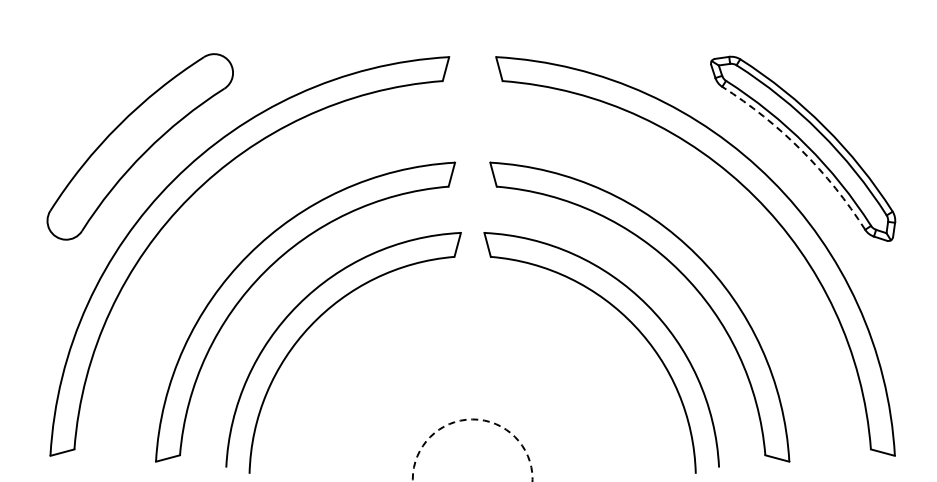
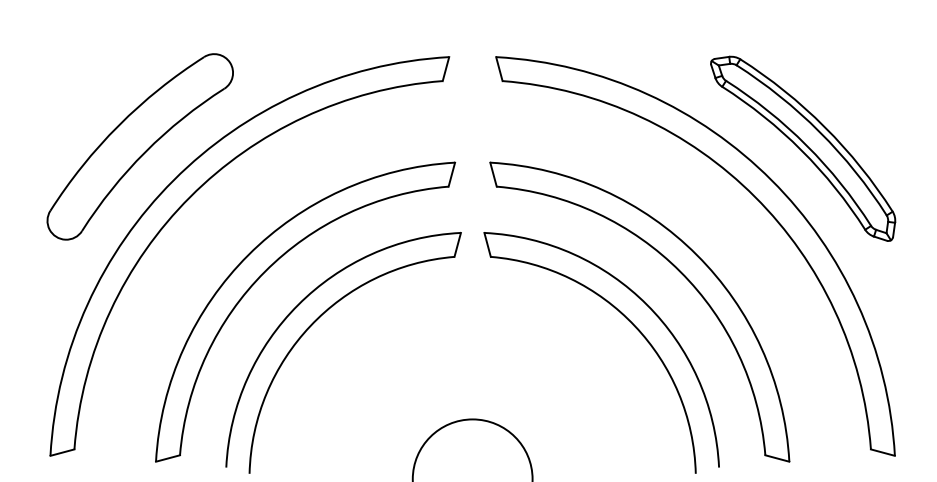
arc at (801, 150): dashed -> solid
circle at (472, 450): dashed -> solid
